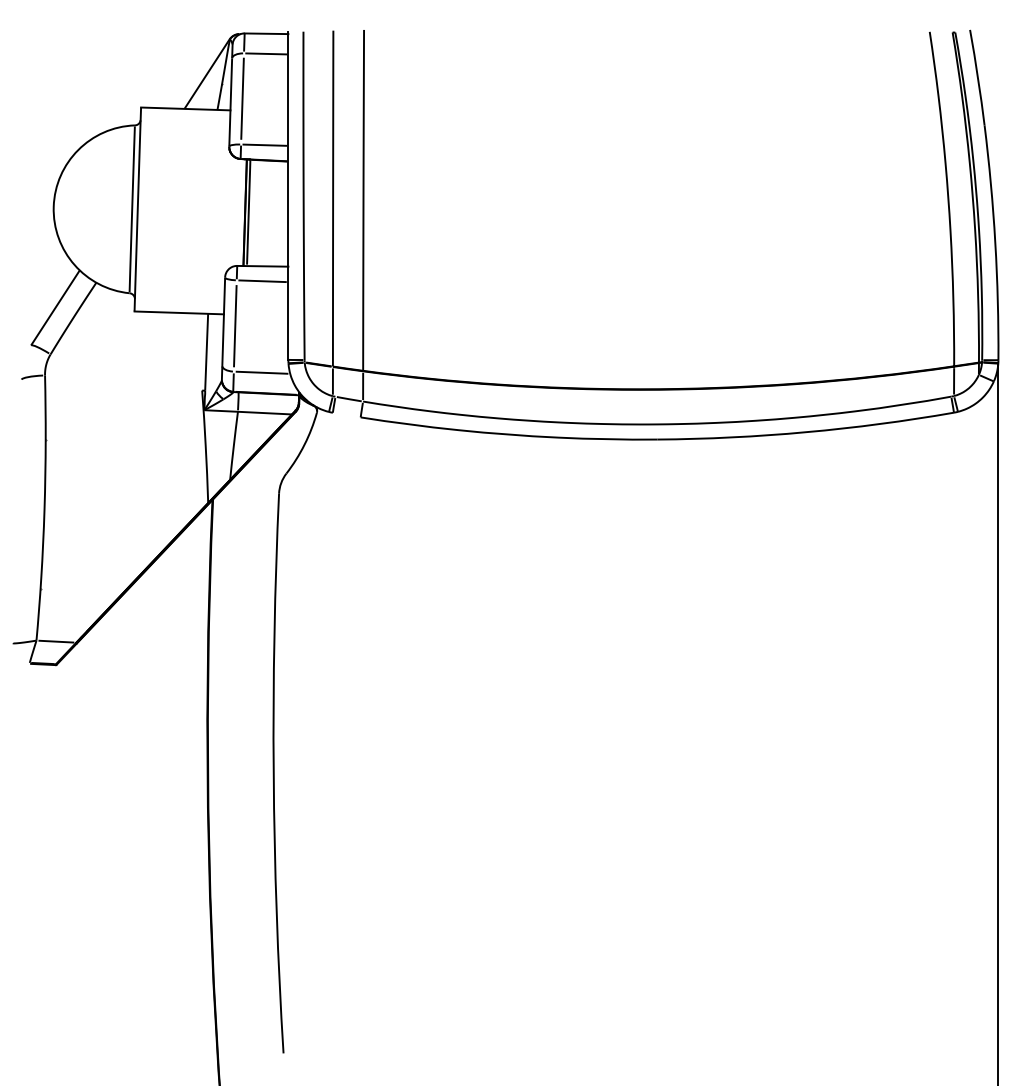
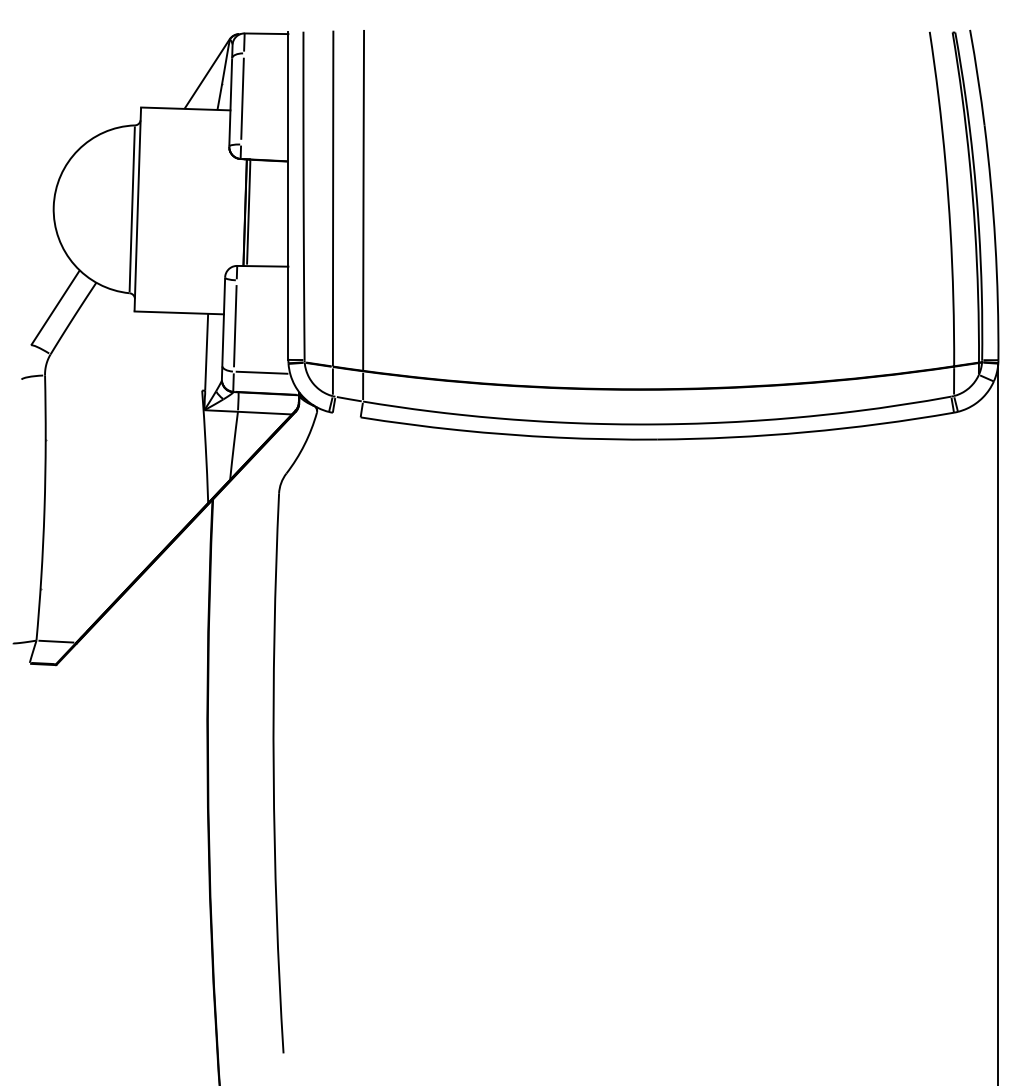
line at (266, 53): present -> none
line at (264, 144): present -> none
line at (262, 281): present -> none
